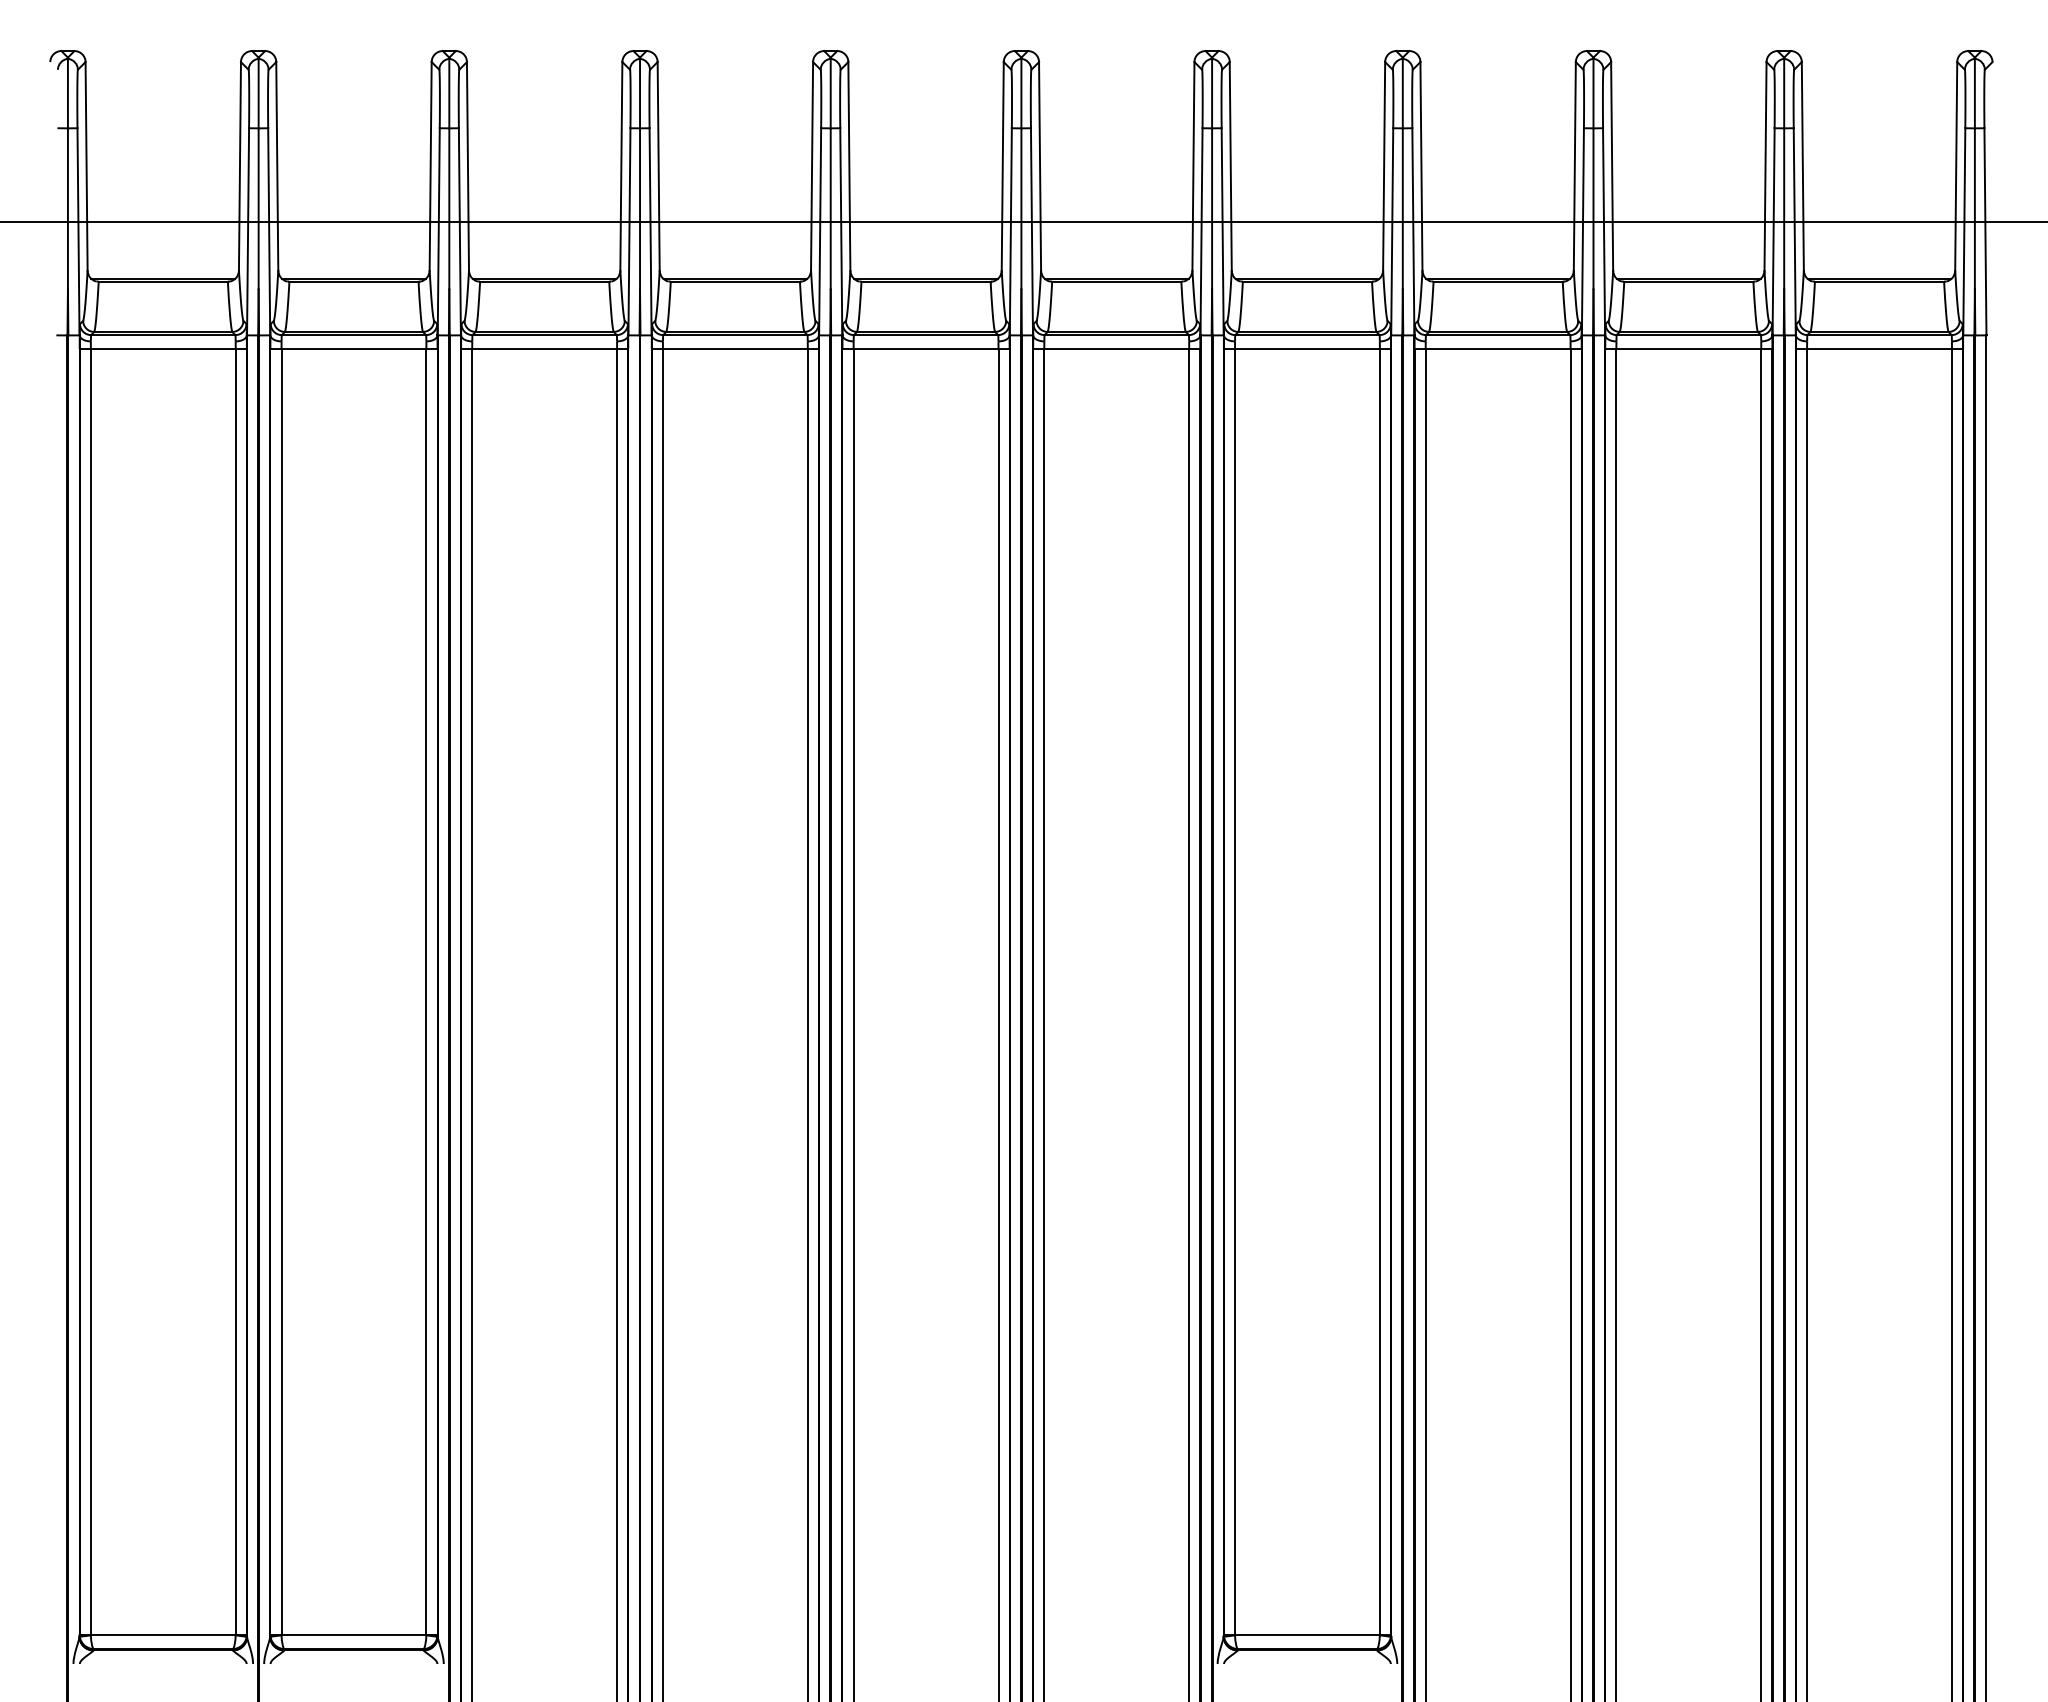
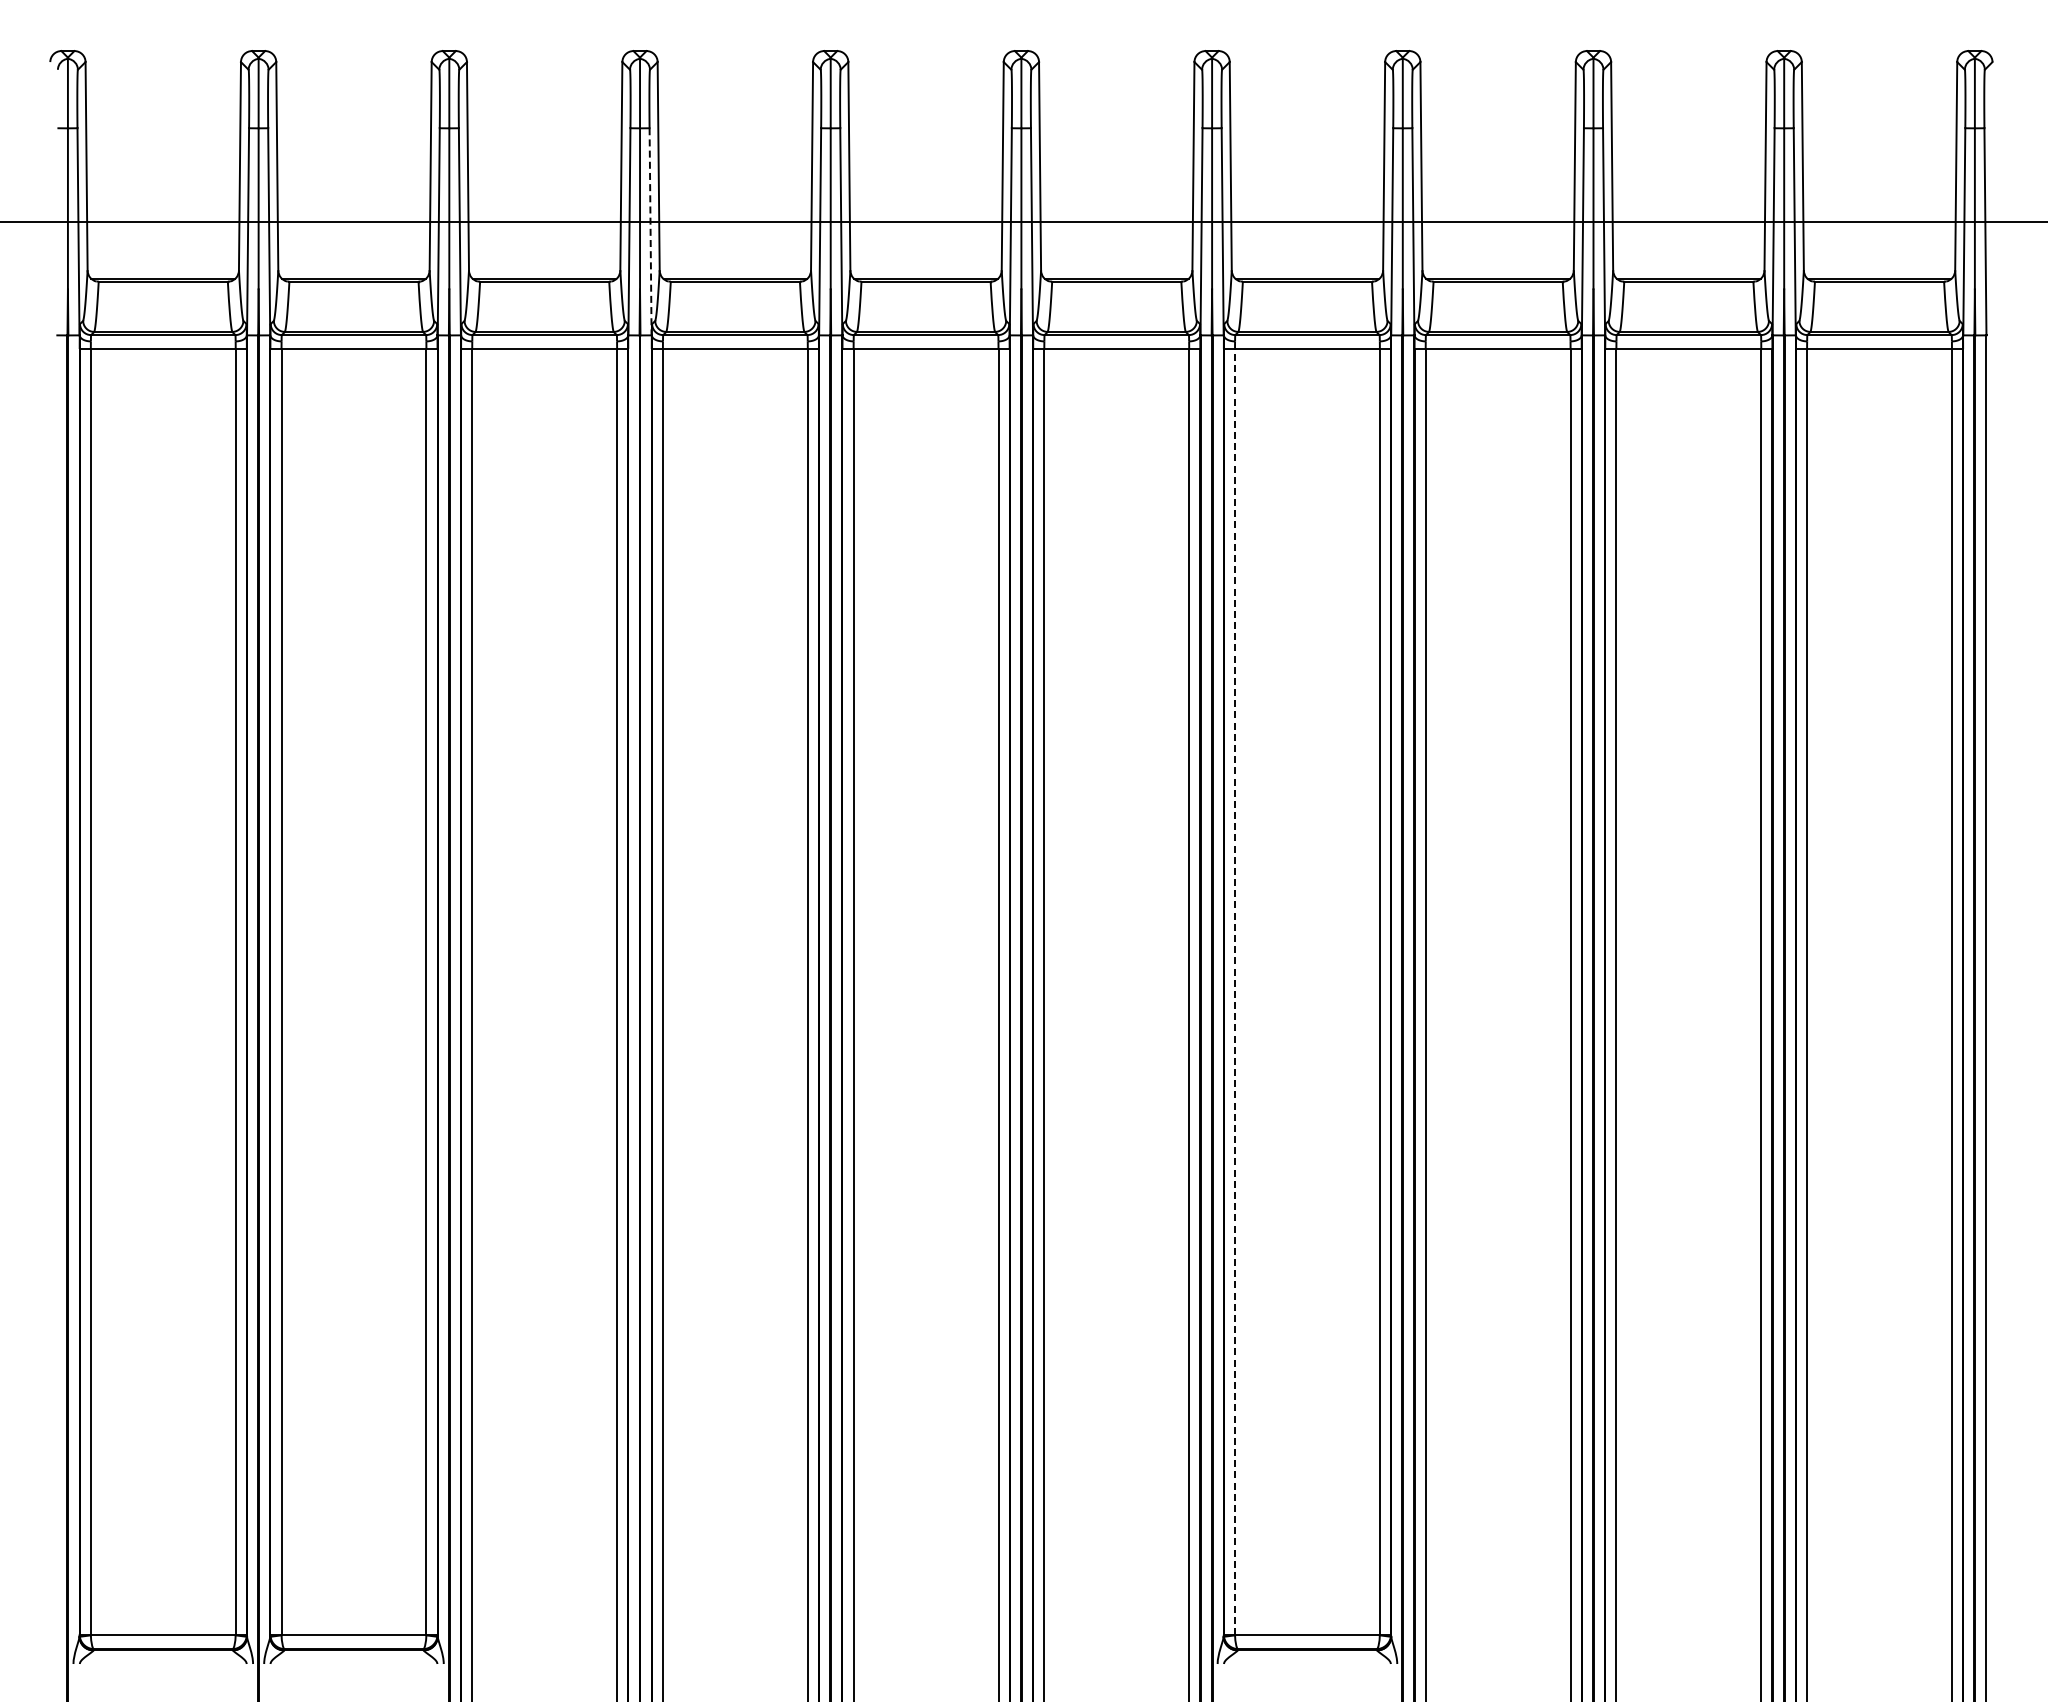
line at (650, 231): solid -> dashed
line at (1235, 991): solid -> dashed
